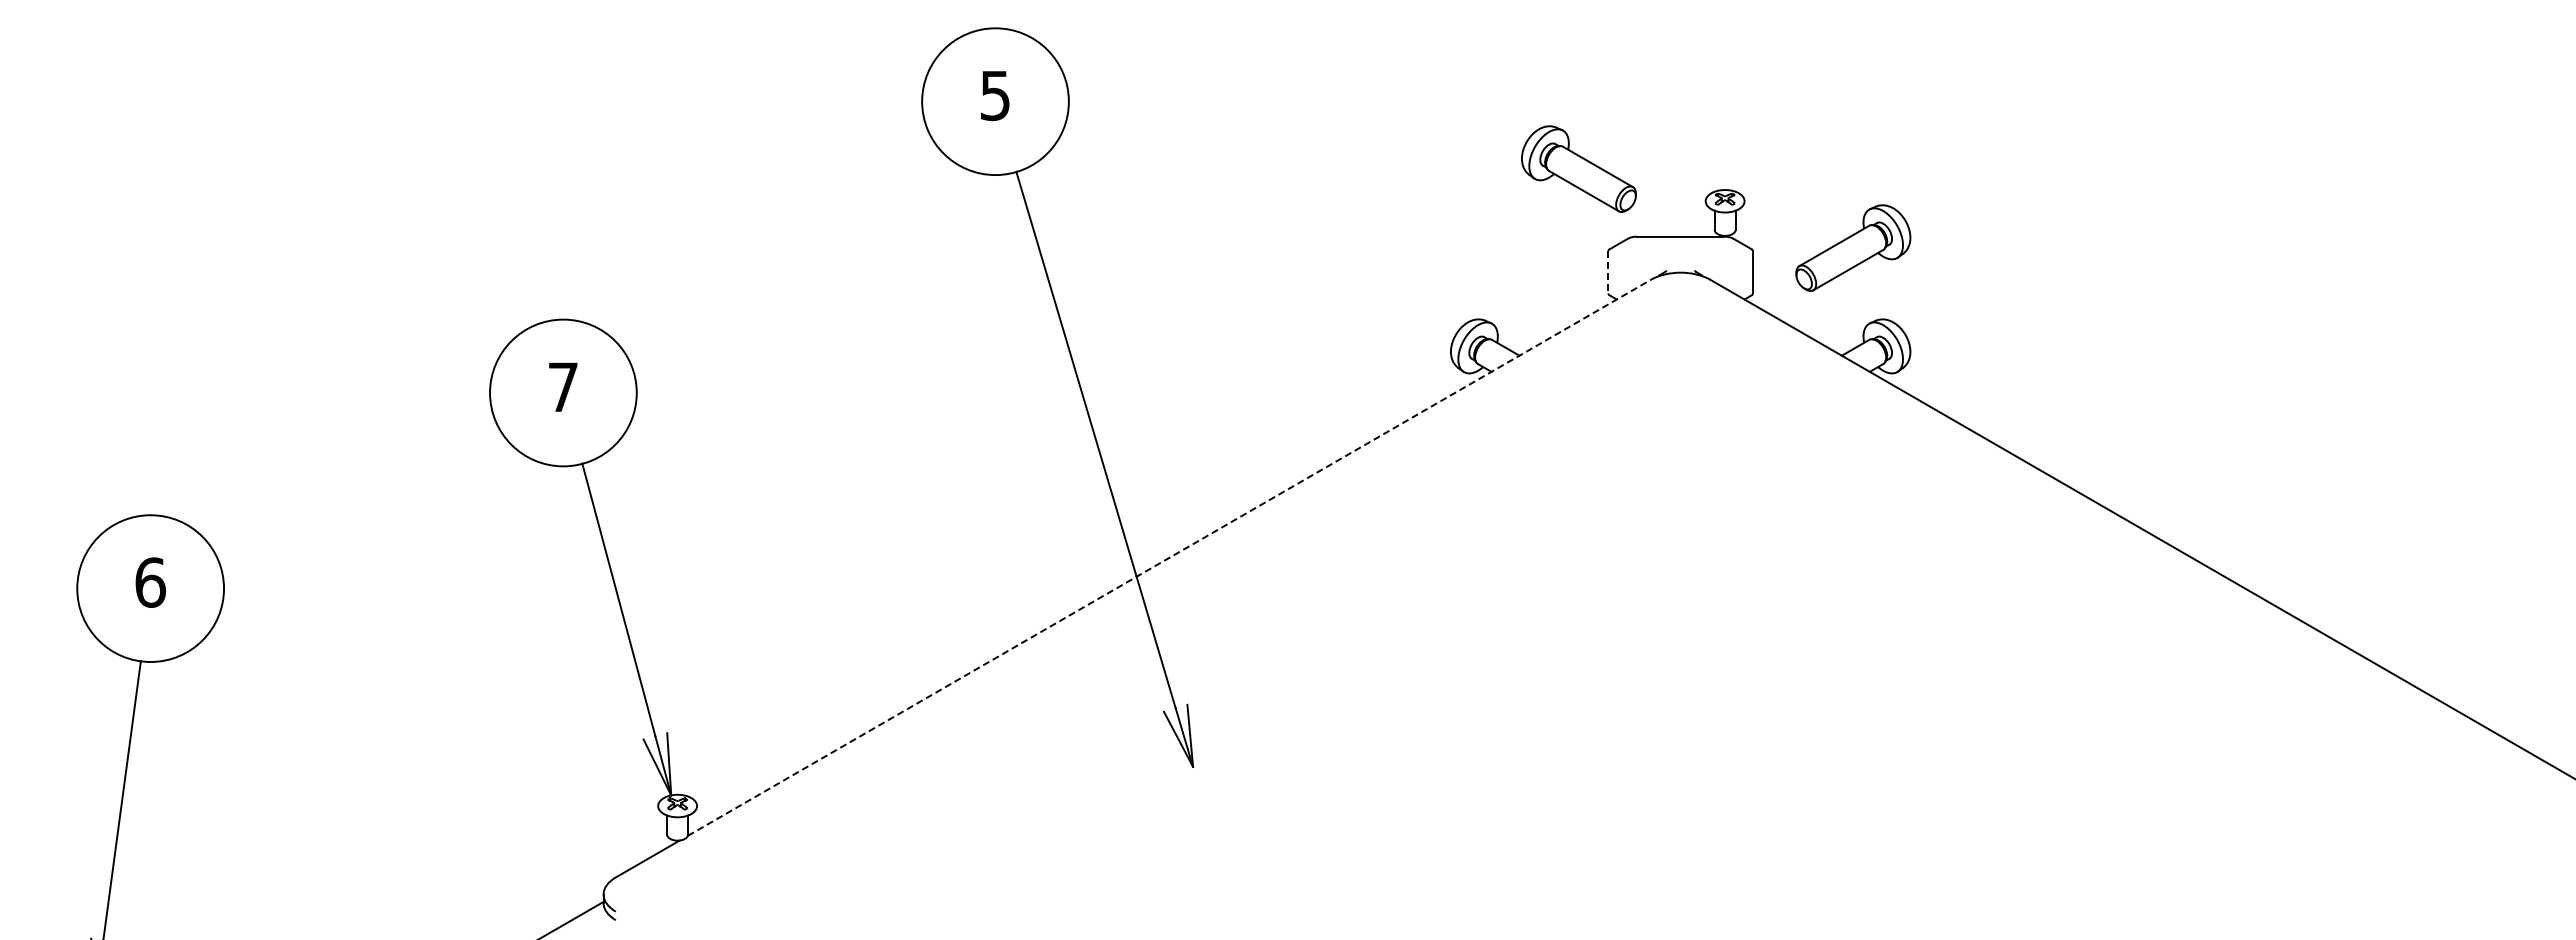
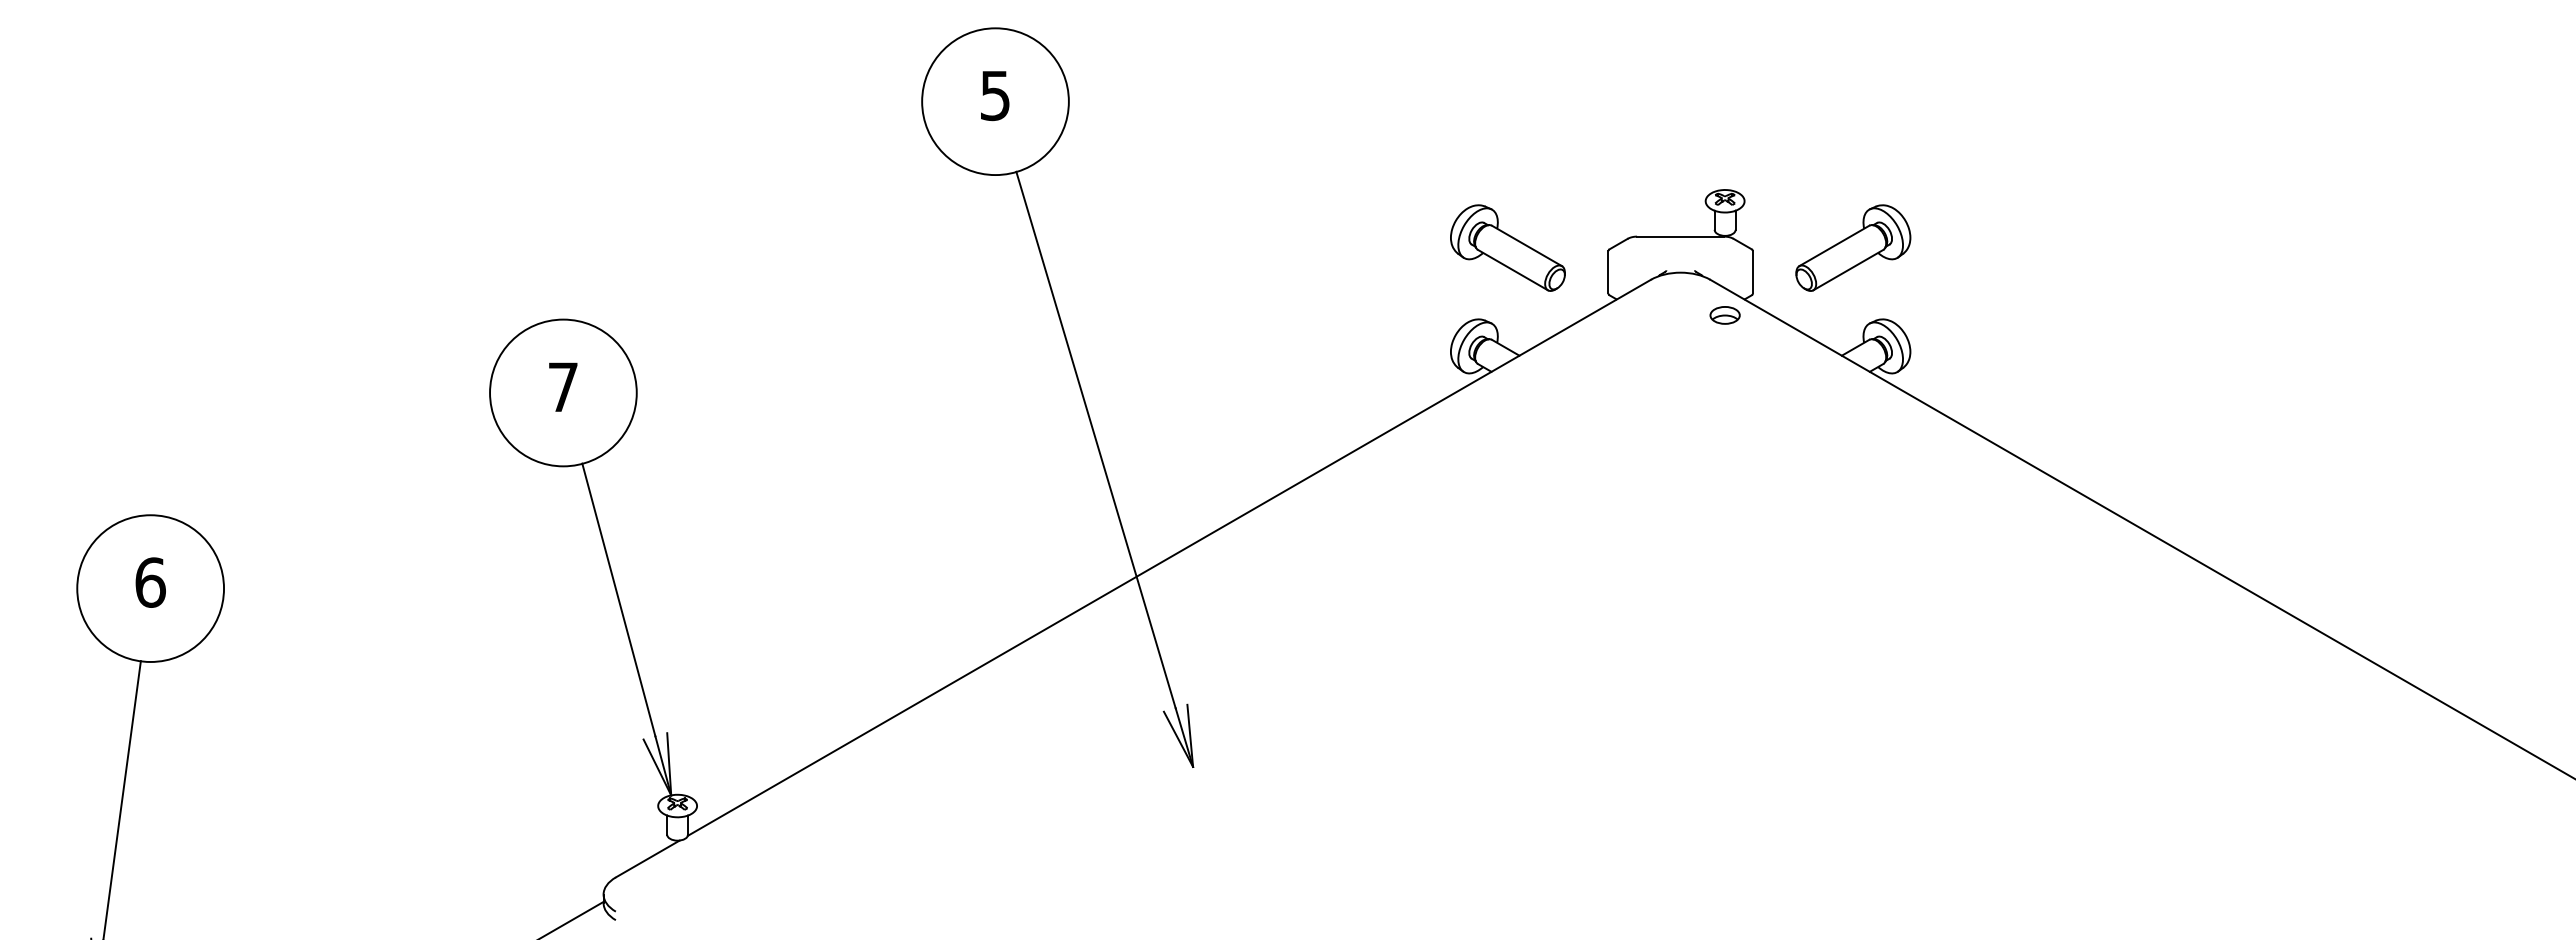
part at (1578, 168) position: (1578, 168) -> (1507, 247)
line at (1608, 272): dashed -> solid
part at (1724, 315): none -> present
line at (1169, 557): dashed -> solid
